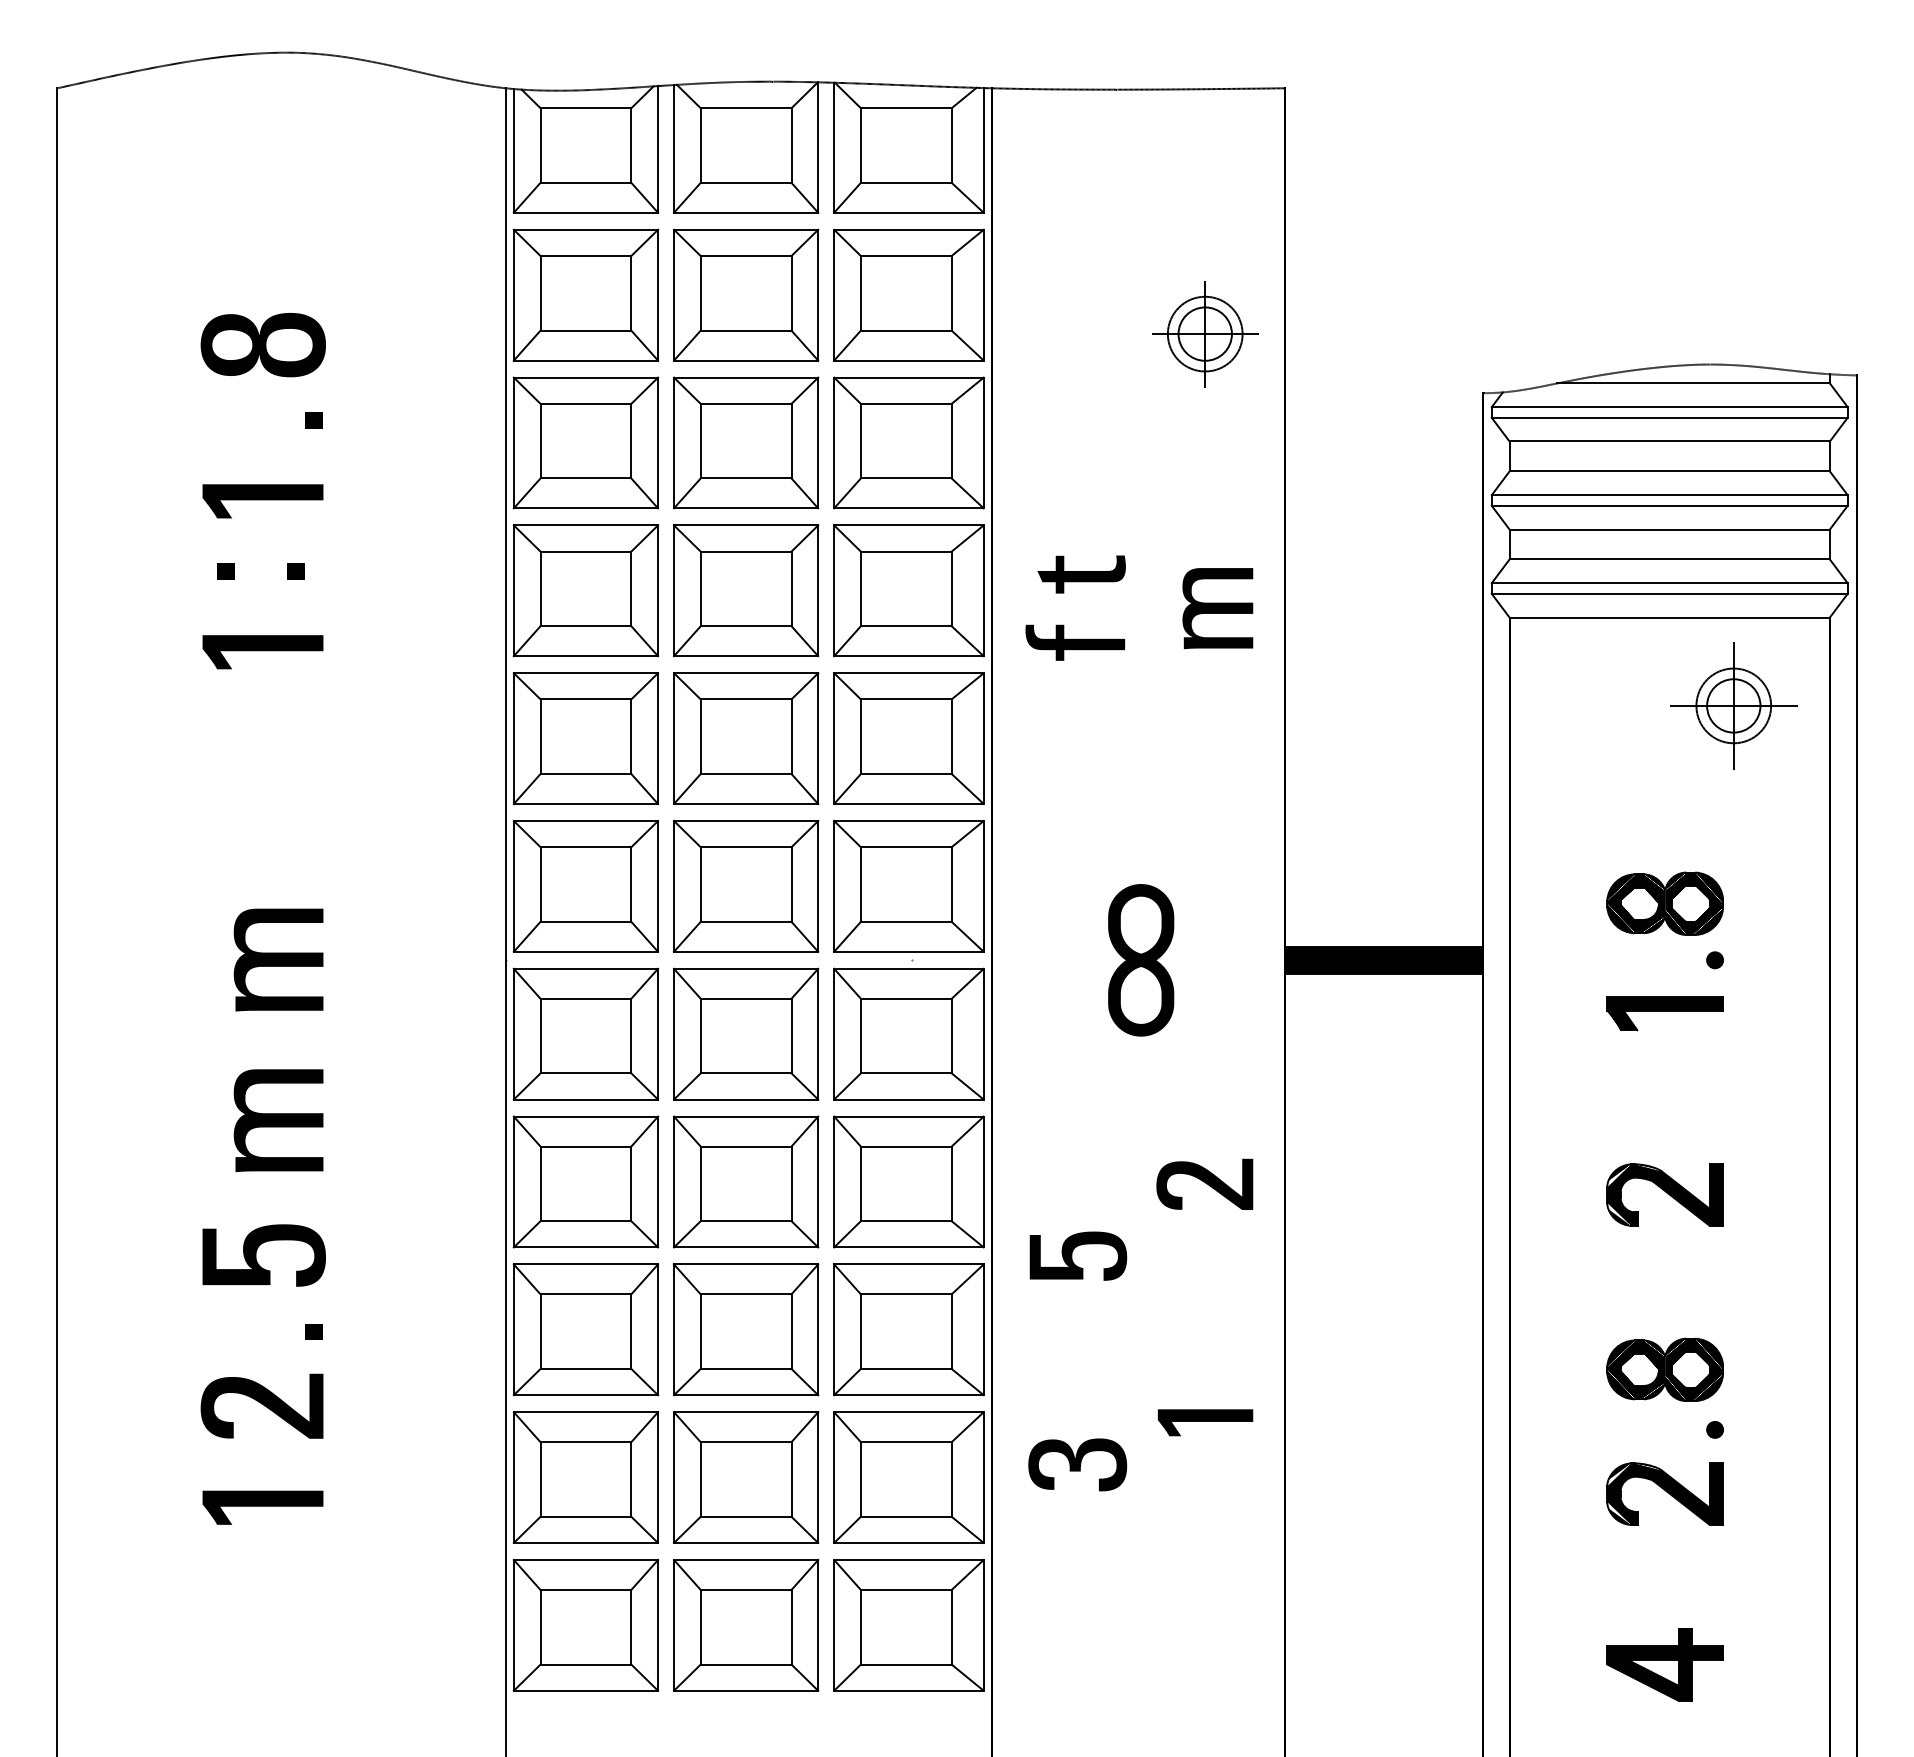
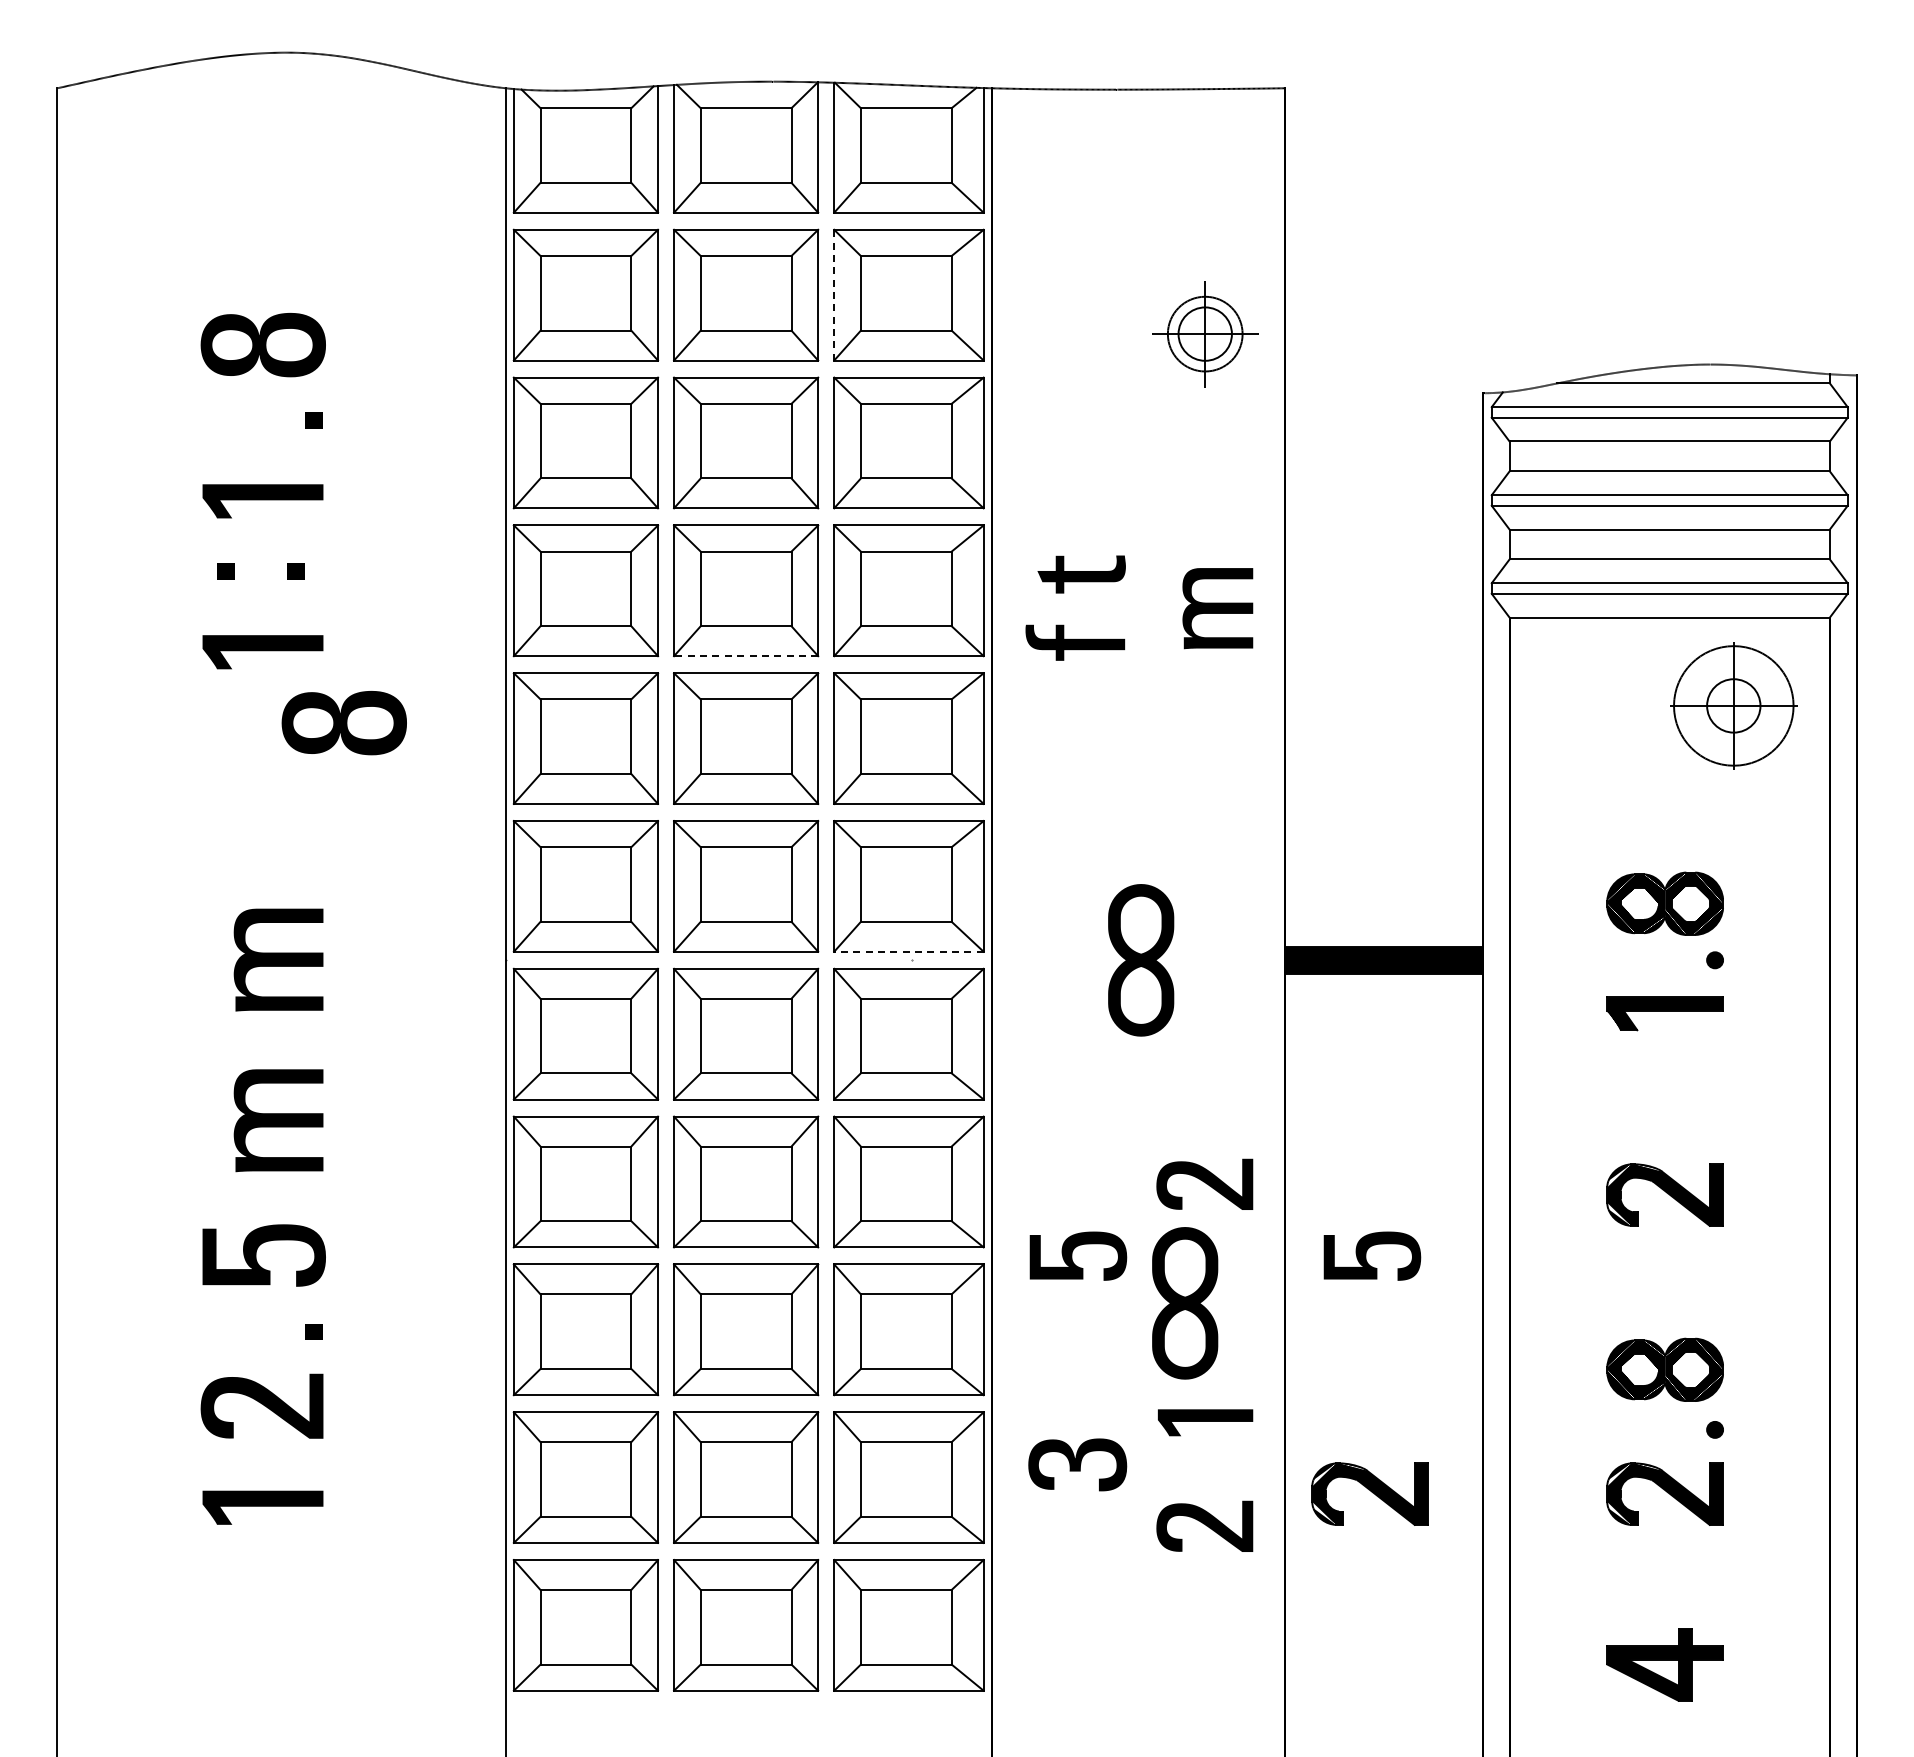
line at (834, 294): solid -> dashed
line at (745, 656): solid -> dashed
circle at (1733, 705) diameter: 75 px -> 120 px
part at (343, 723): none -> present
line at (908, 951): solid -> dashed
part at (1372, 1255): none -> present
part at (1185, 1303): none -> present
part at (1369, 1493): none -> present
part at (1204, 1525): none -> present
